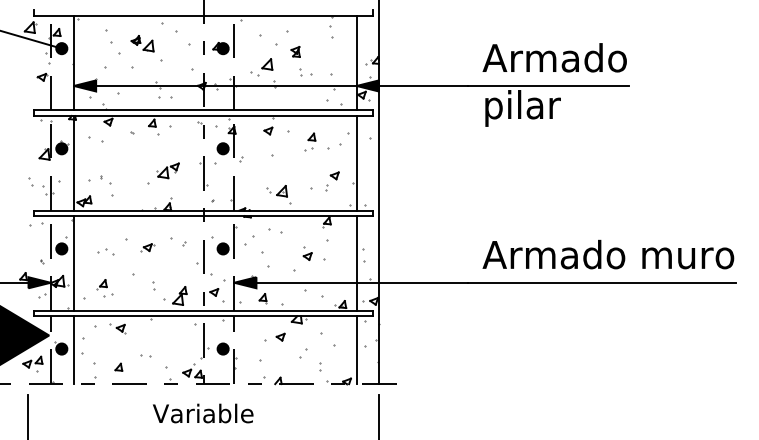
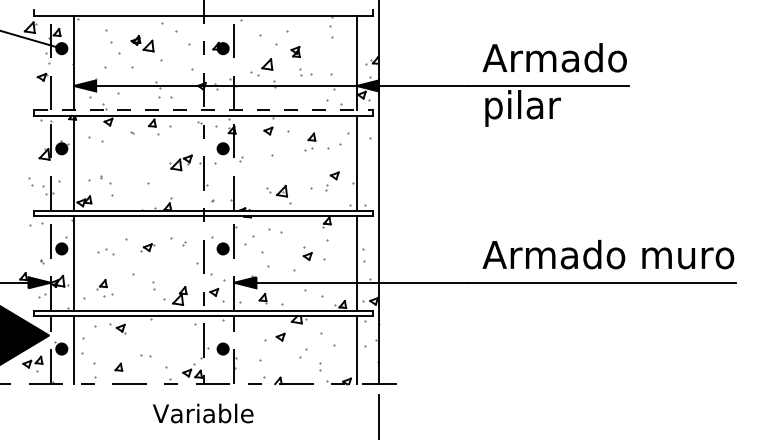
line at (203, 110): solid -> dashed
part at (167, 170) position: (167, 170) -> (180, 162)
line at (28, 415): present -> none
